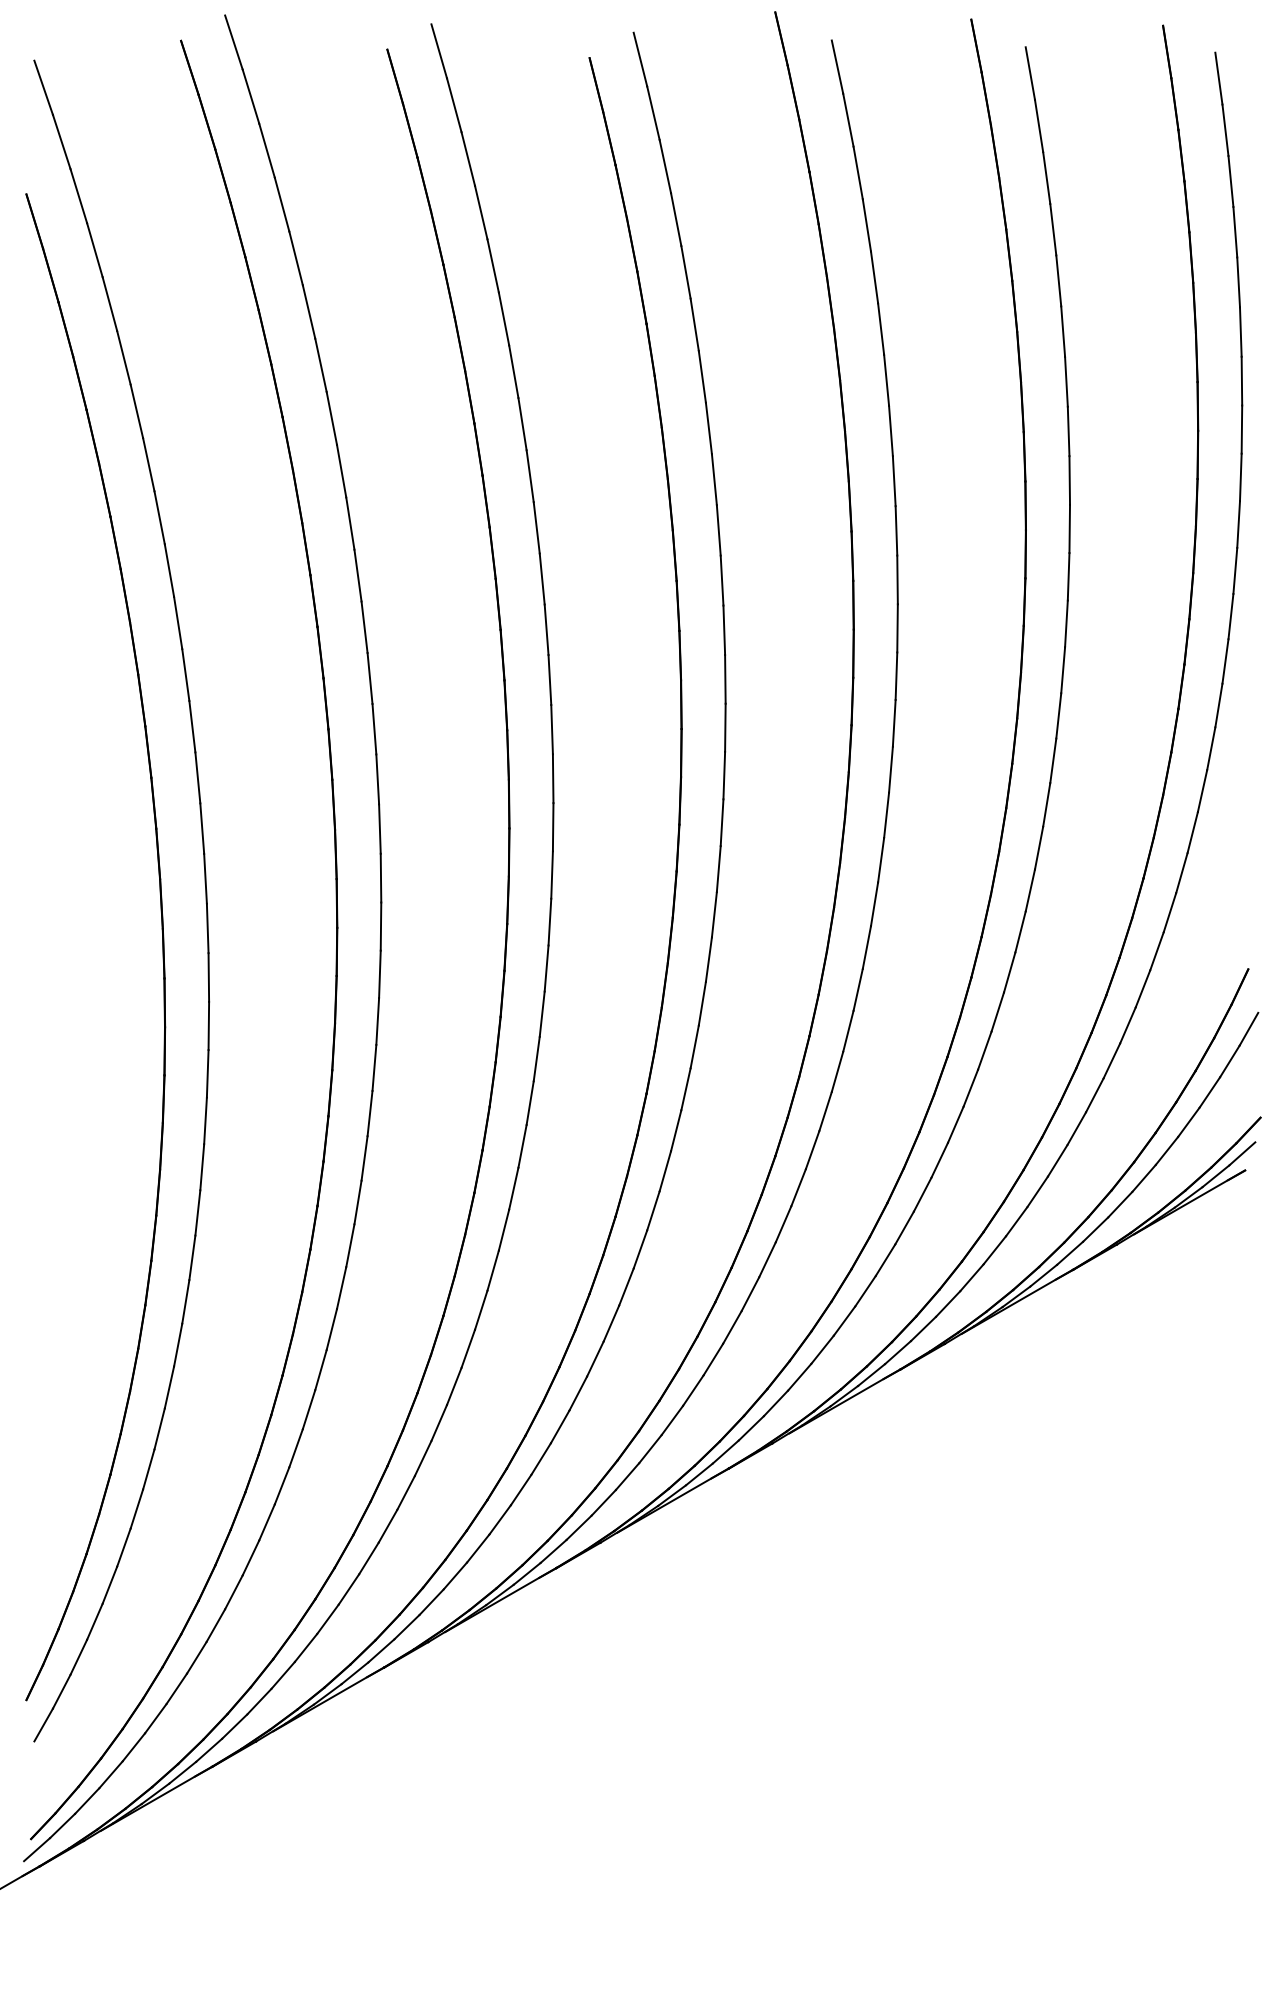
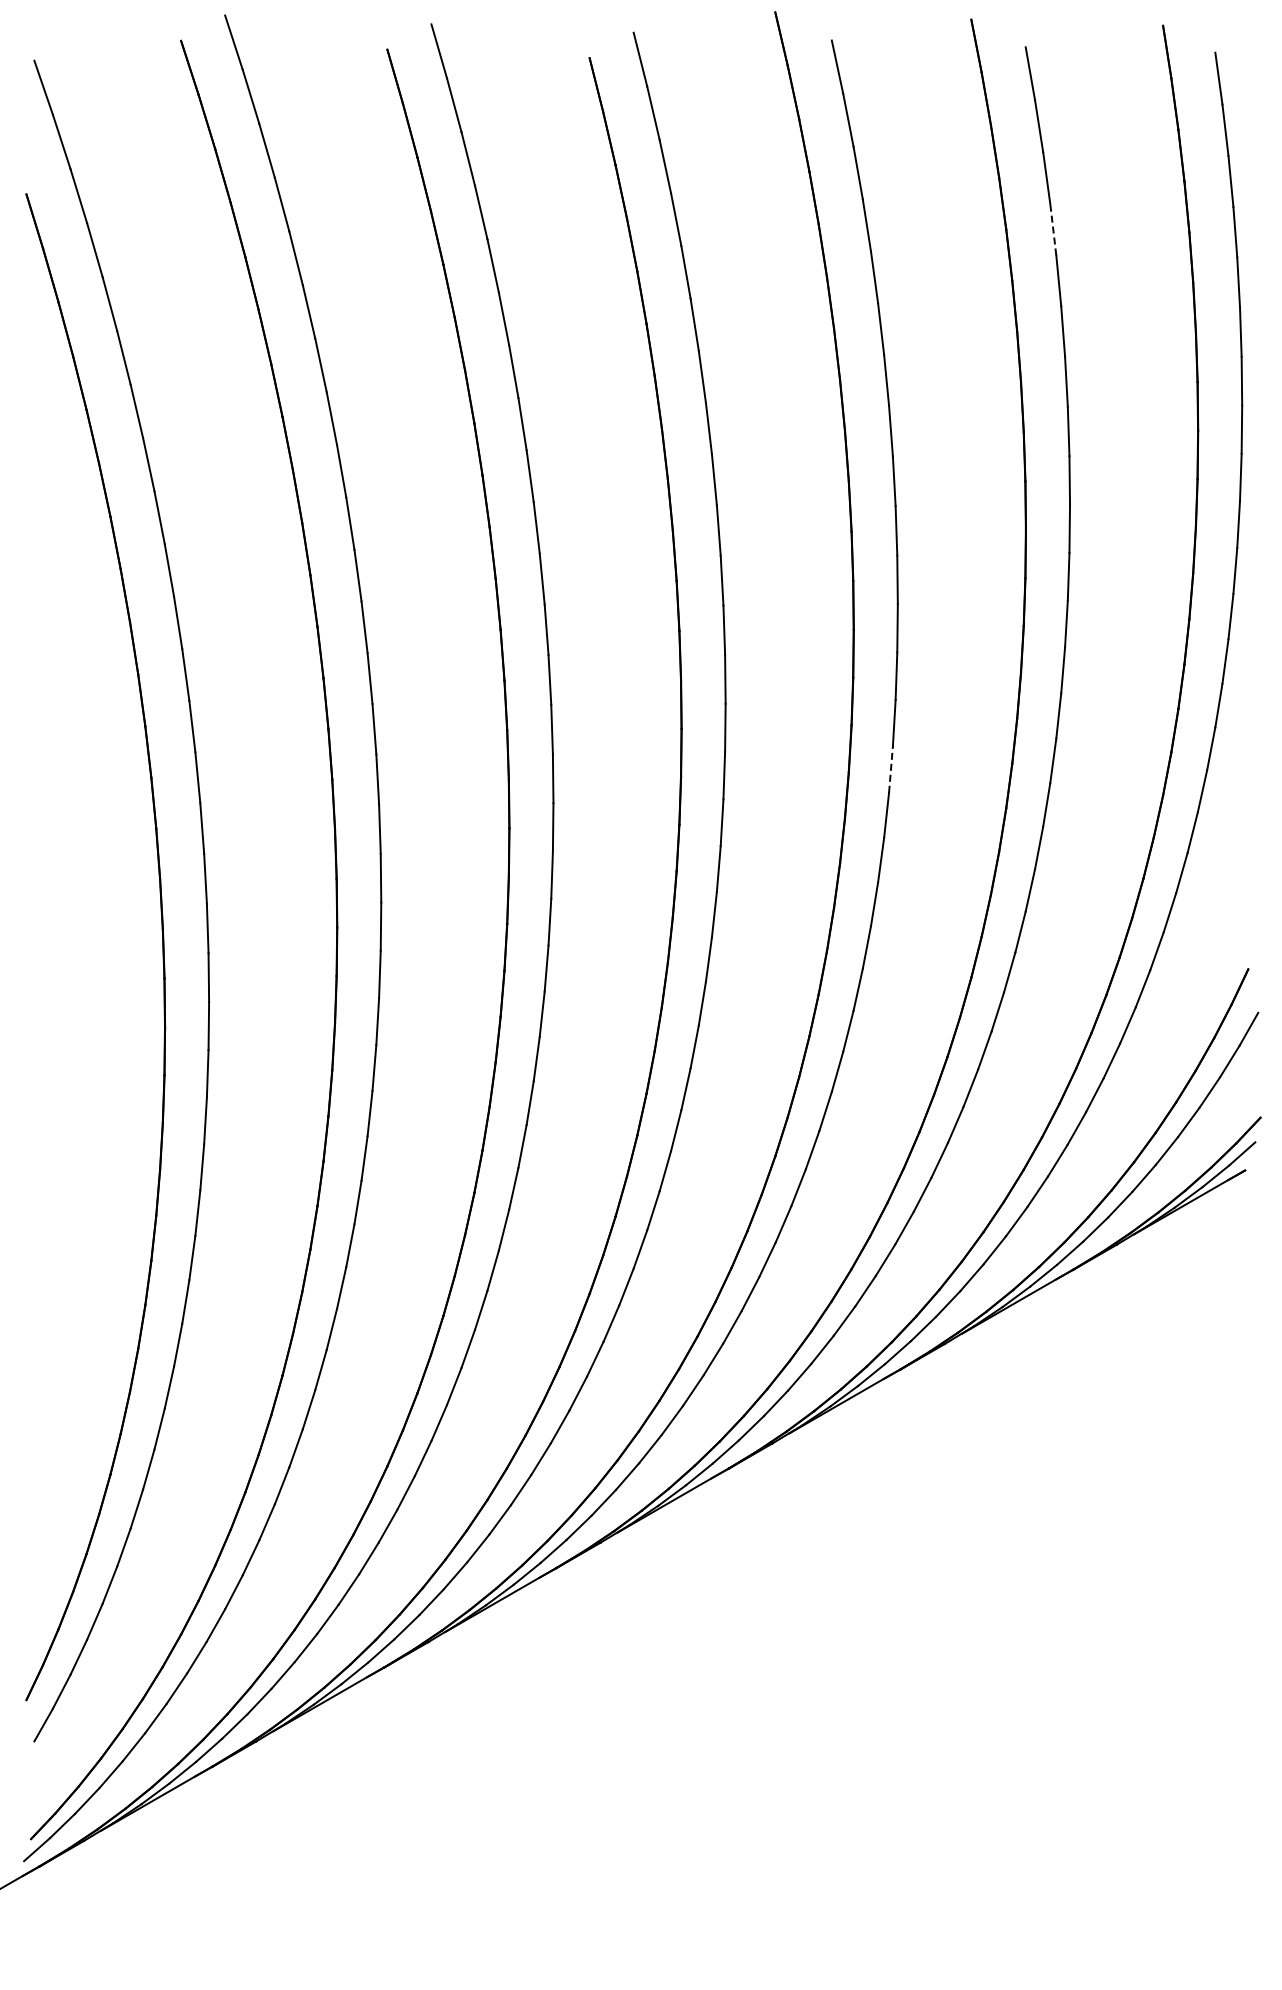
line at (1053, 229): solid -> dashed
line at (891, 769): solid -> dashed
